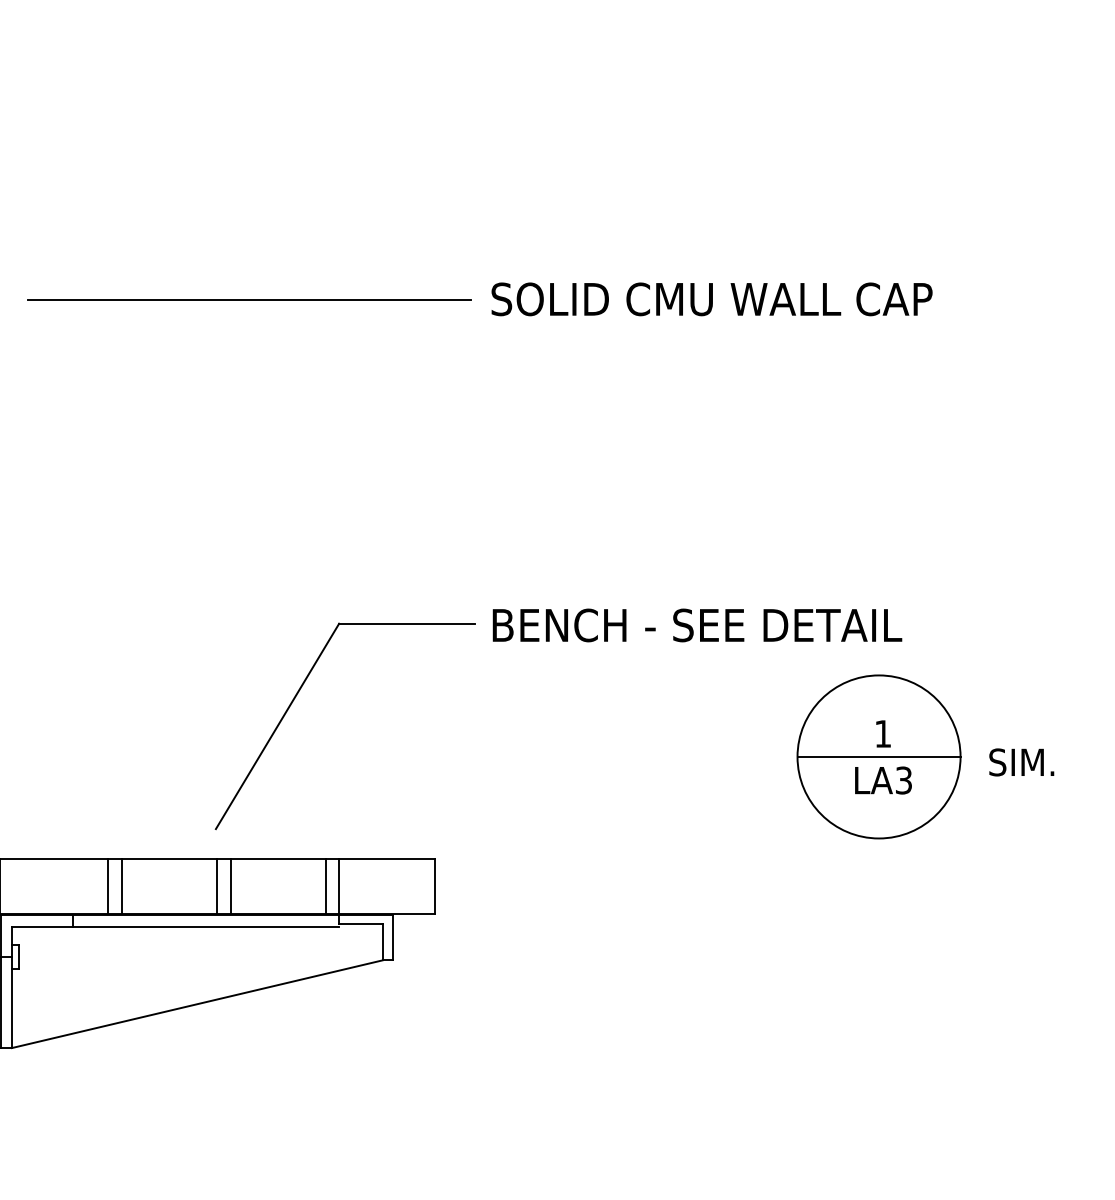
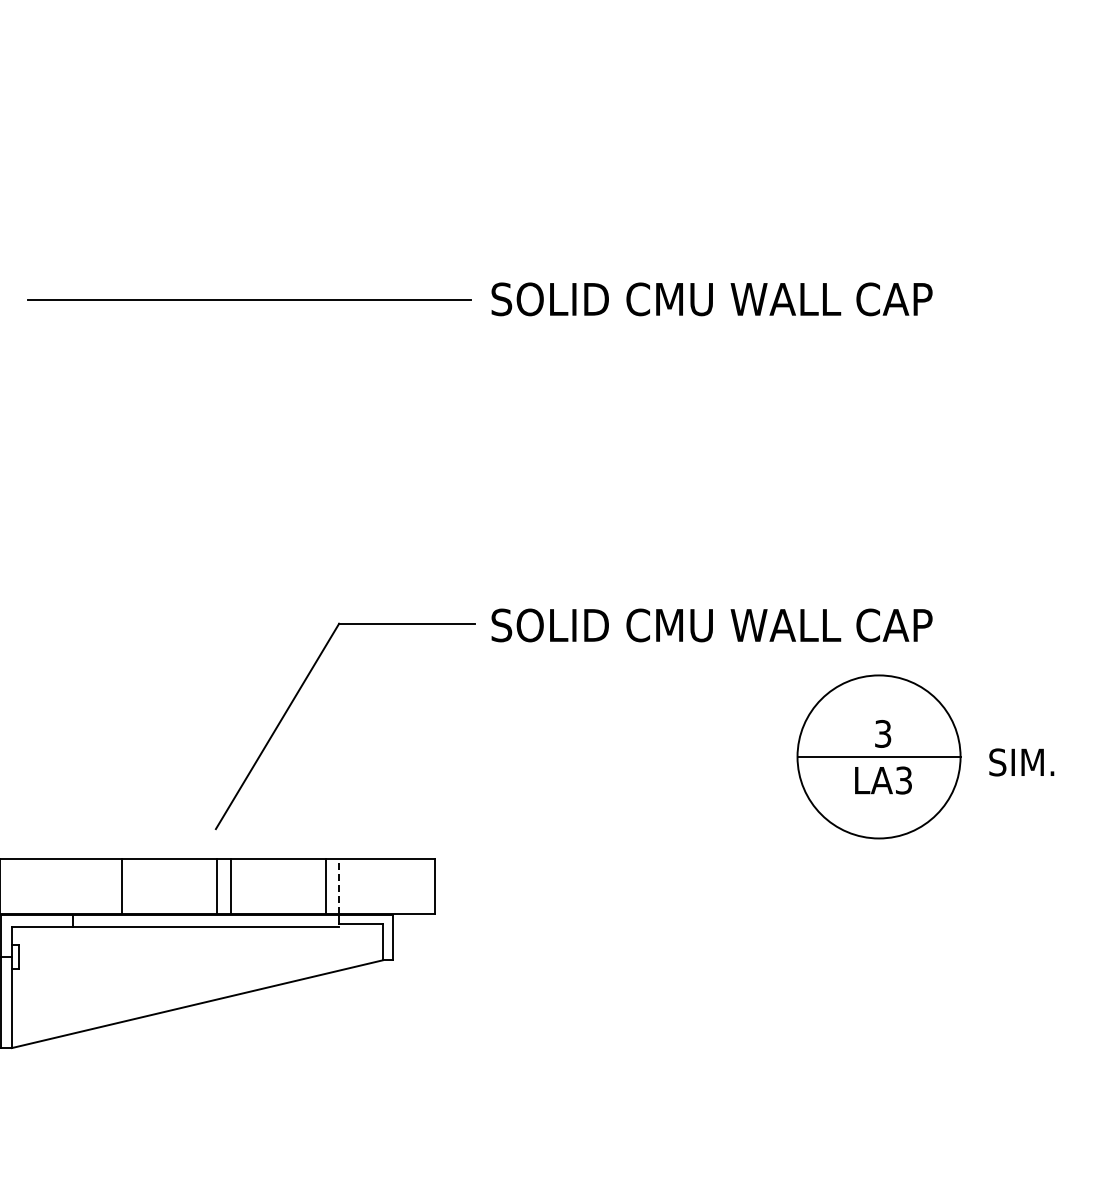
text at (711, 625): BENCH - SEE DETAIL -> SOLID CMU WALL CAP
text at (883, 733): 1 -> 3
line at (339, 885): solid -> dashed
line at (108, 886): present -> none
